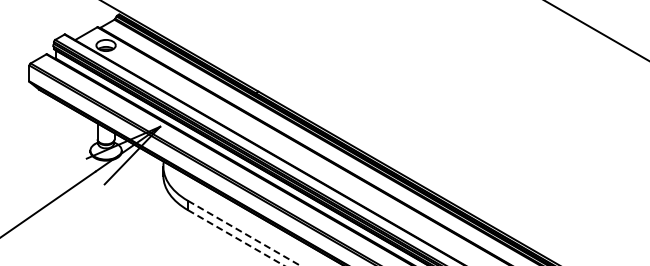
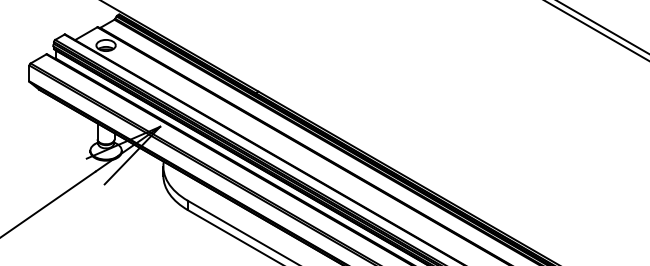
line at (602, 27): none -> present
line at (244, 233): dashed -> solid
line at (236, 238): dashed -> solid
